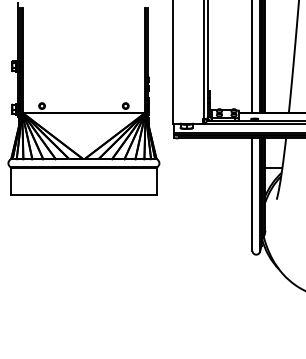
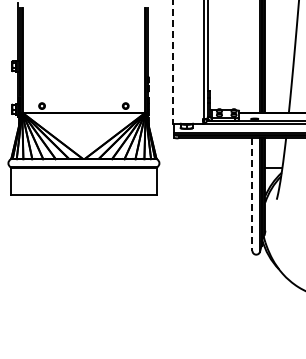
line at (252, 57): present -> none
line at (173, 62): solid -> dashed
line at (252, 195): solid -> dashed
